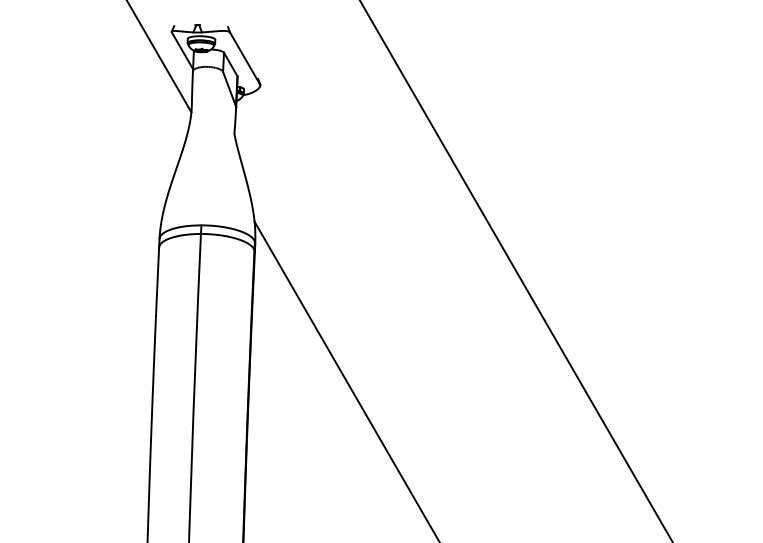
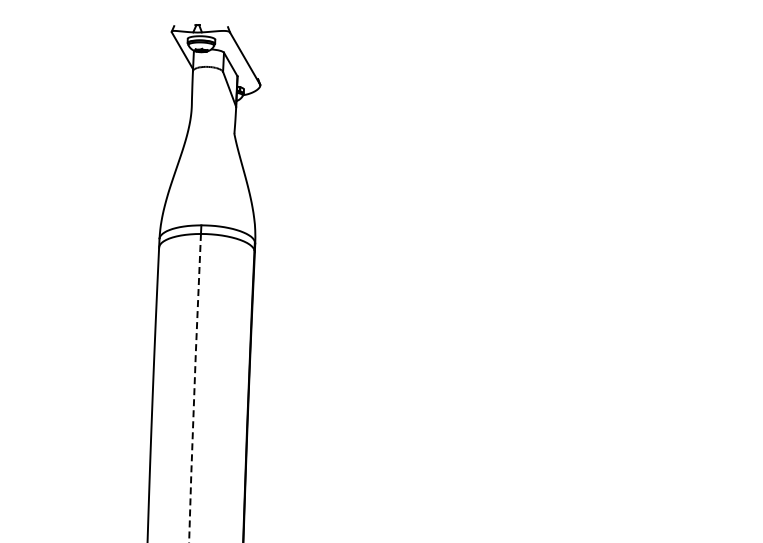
line at (159, 57): present -> none
line at (516, 270): present -> none
line at (346, 380): present -> none
arc at (194, 387): solid -> dashed
